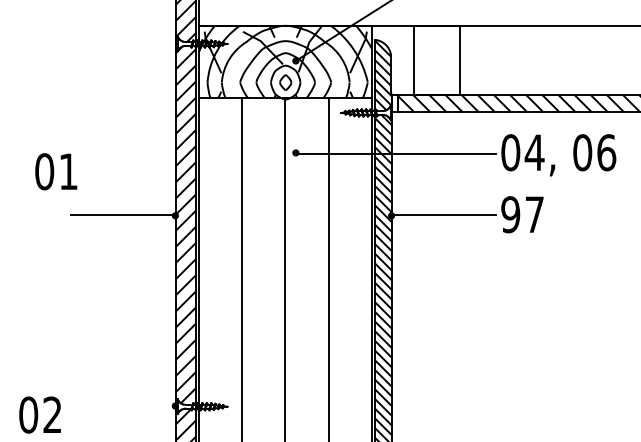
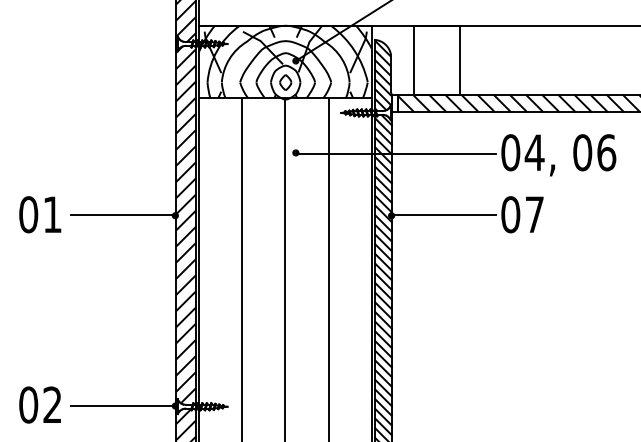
text at (56, 171) position: (56, 171) -> (40, 214)
text at (510, 214): 97 -> 07
line at (121, 405): none -> present
text at (39, 414) position: (39, 414) -> (39, 404)
